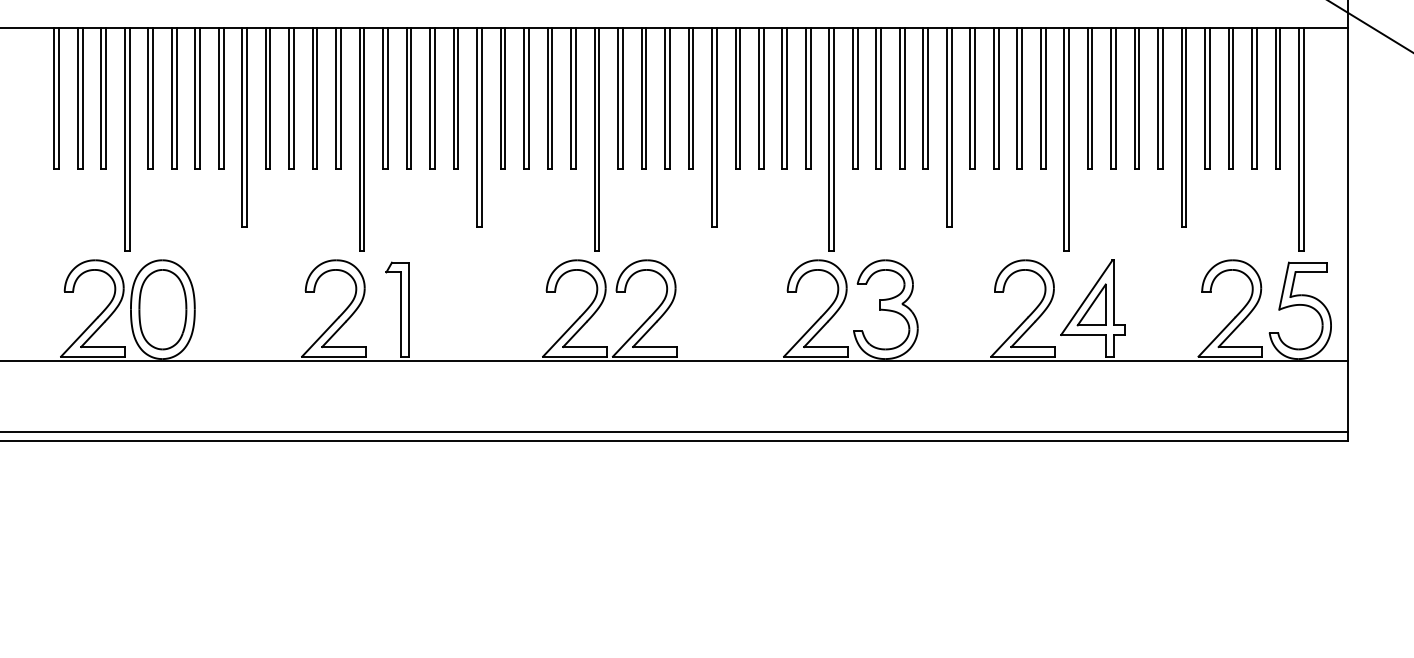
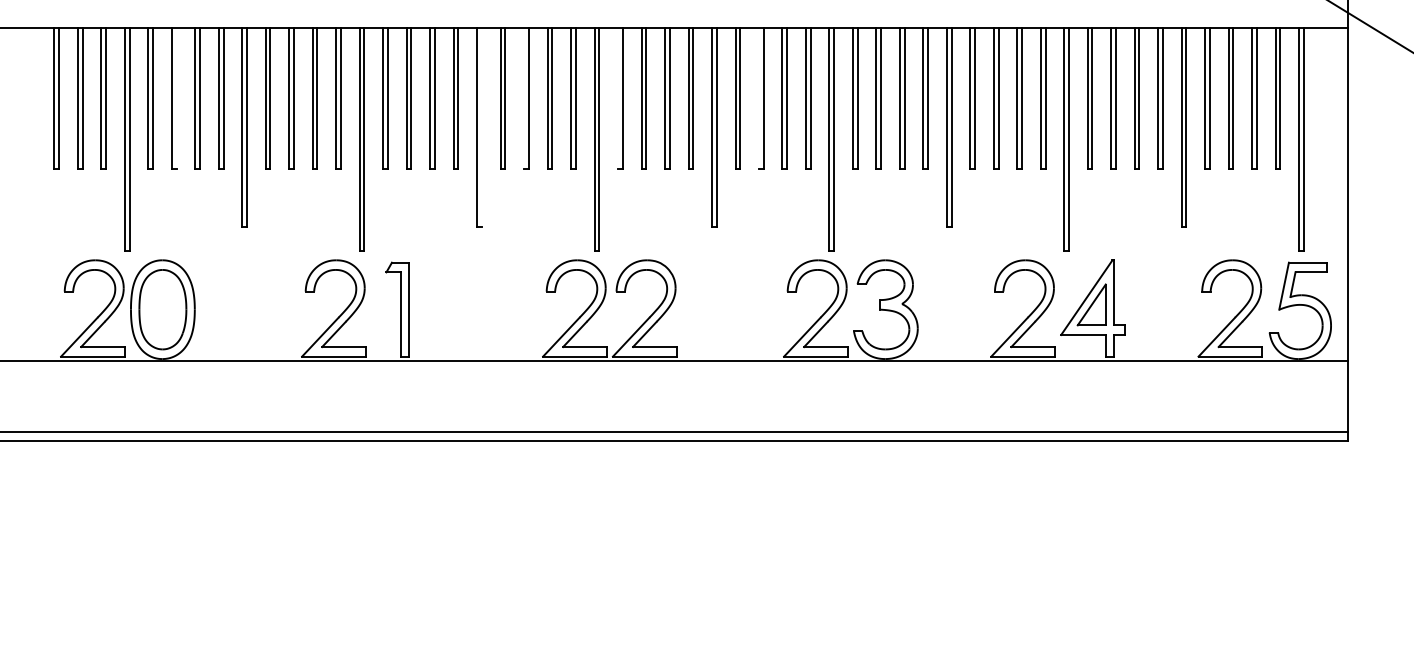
line at (176, 97): present -> none
line at (524, 97): present -> none
line at (618, 97): present -> none
line at (758, 97): present -> none
line at (481, 127): present -> none
